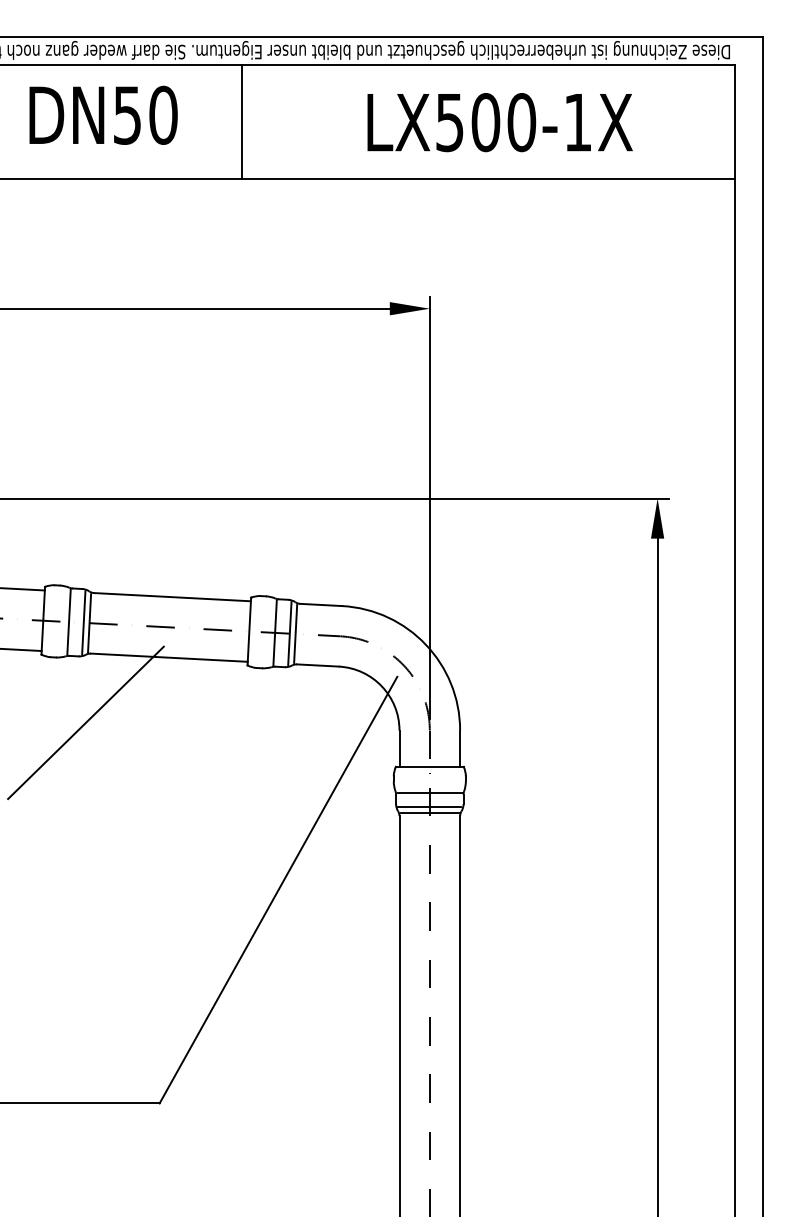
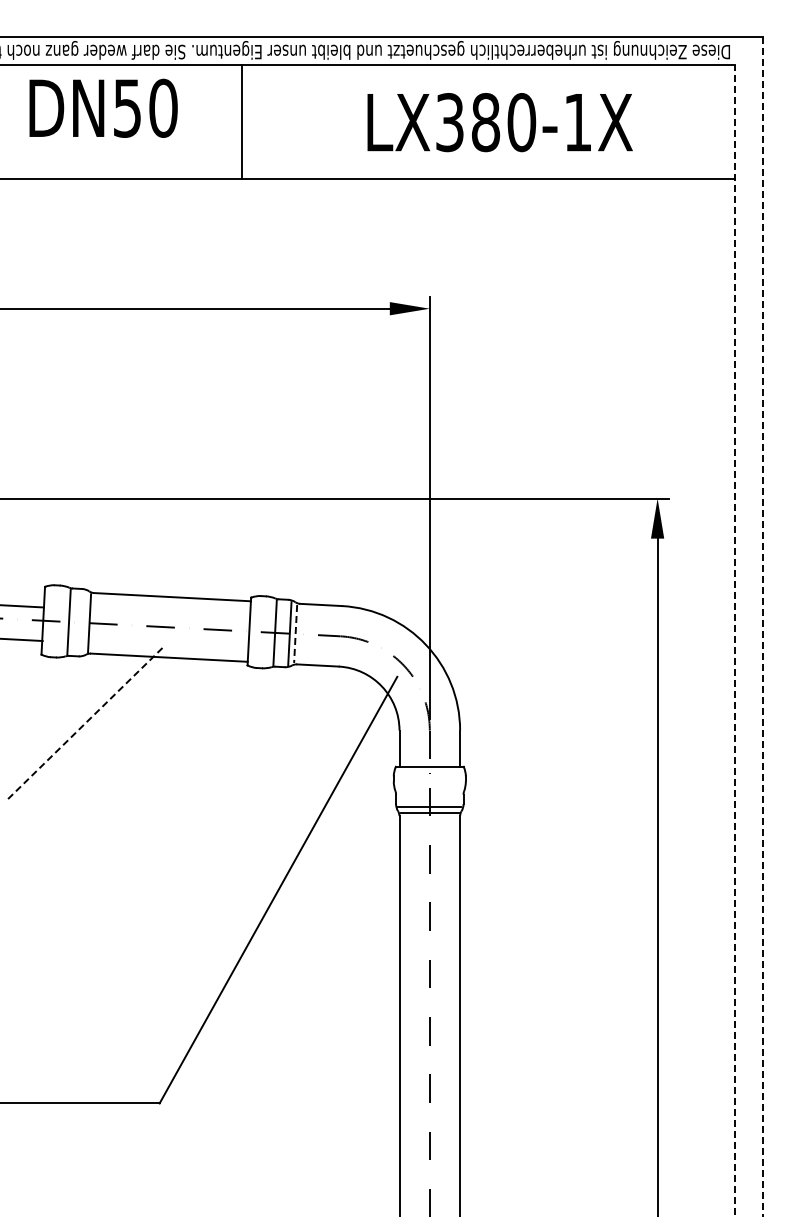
text at (103, 114) position: (103, 114) -> (103, 107)
text at (468, 122): LX500-1X -> LX380-1X
line at (23, 589) position: (23, 589) -> (22, 606)
line at (83, 622): present -> none
line at (763, 626): solid -> dashed
line at (295, 634): solid -> dashed
line at (734, 640): solid -> dashed
line at (21, 649) position: (21, 649) -> (22, 639)
line at (85, 722): solid -> dashed
line at (429, 792): present -> none
